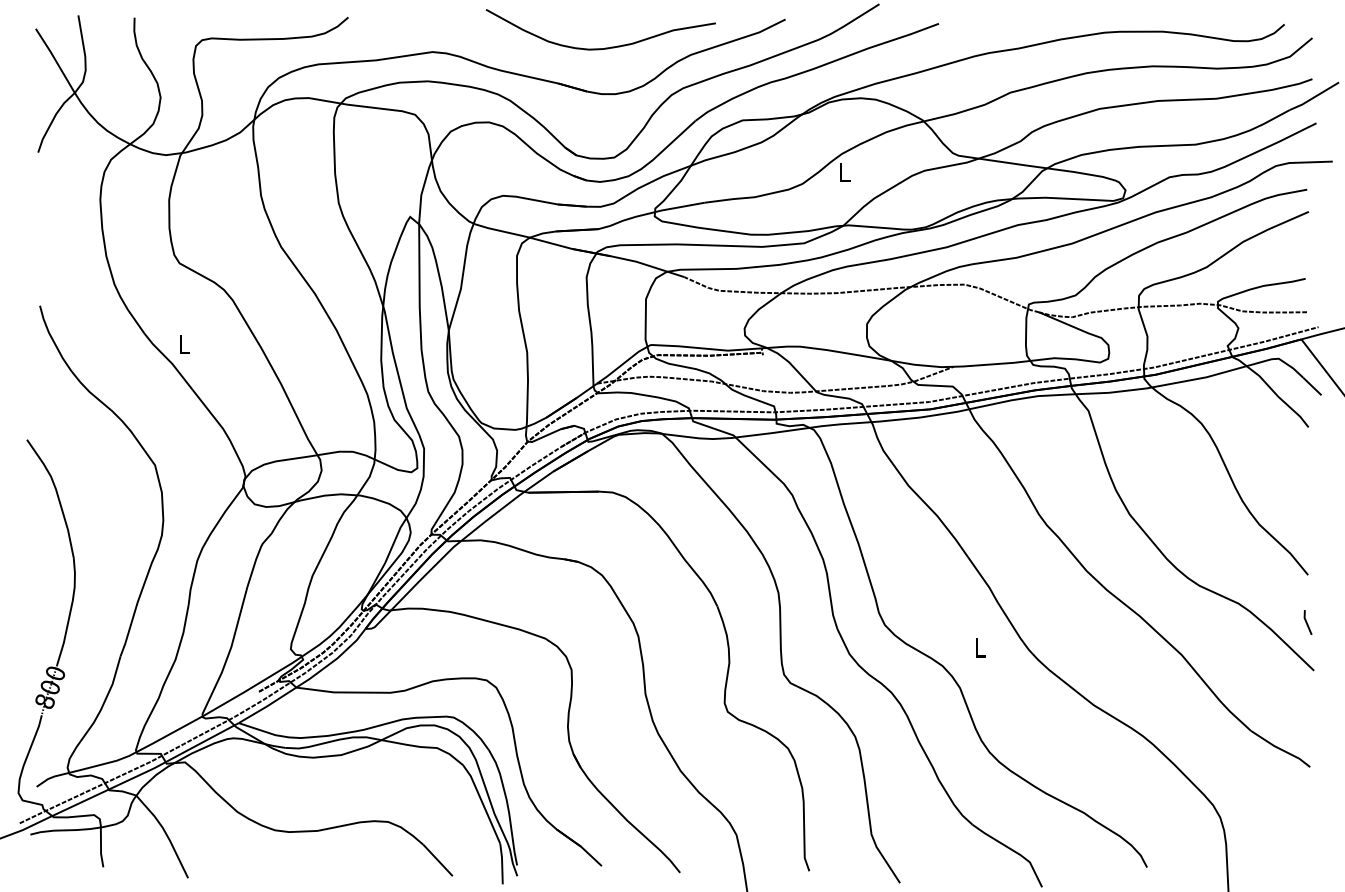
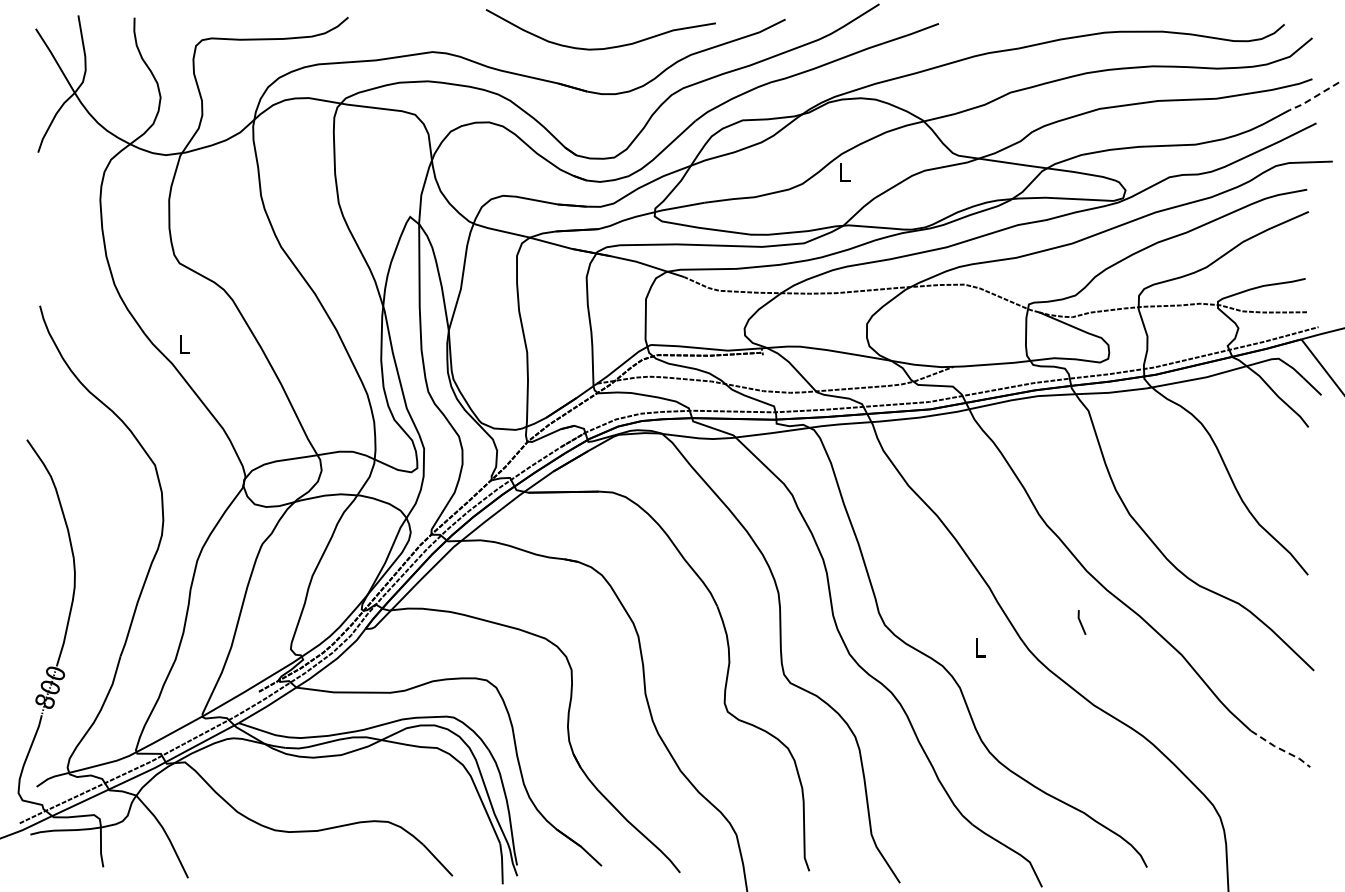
line at (1314, 97): solid -> dashed
line at (1307, 622) position: (1307, 622) -> (1081, 622)
line at (1281, 749): solid -> dashed
